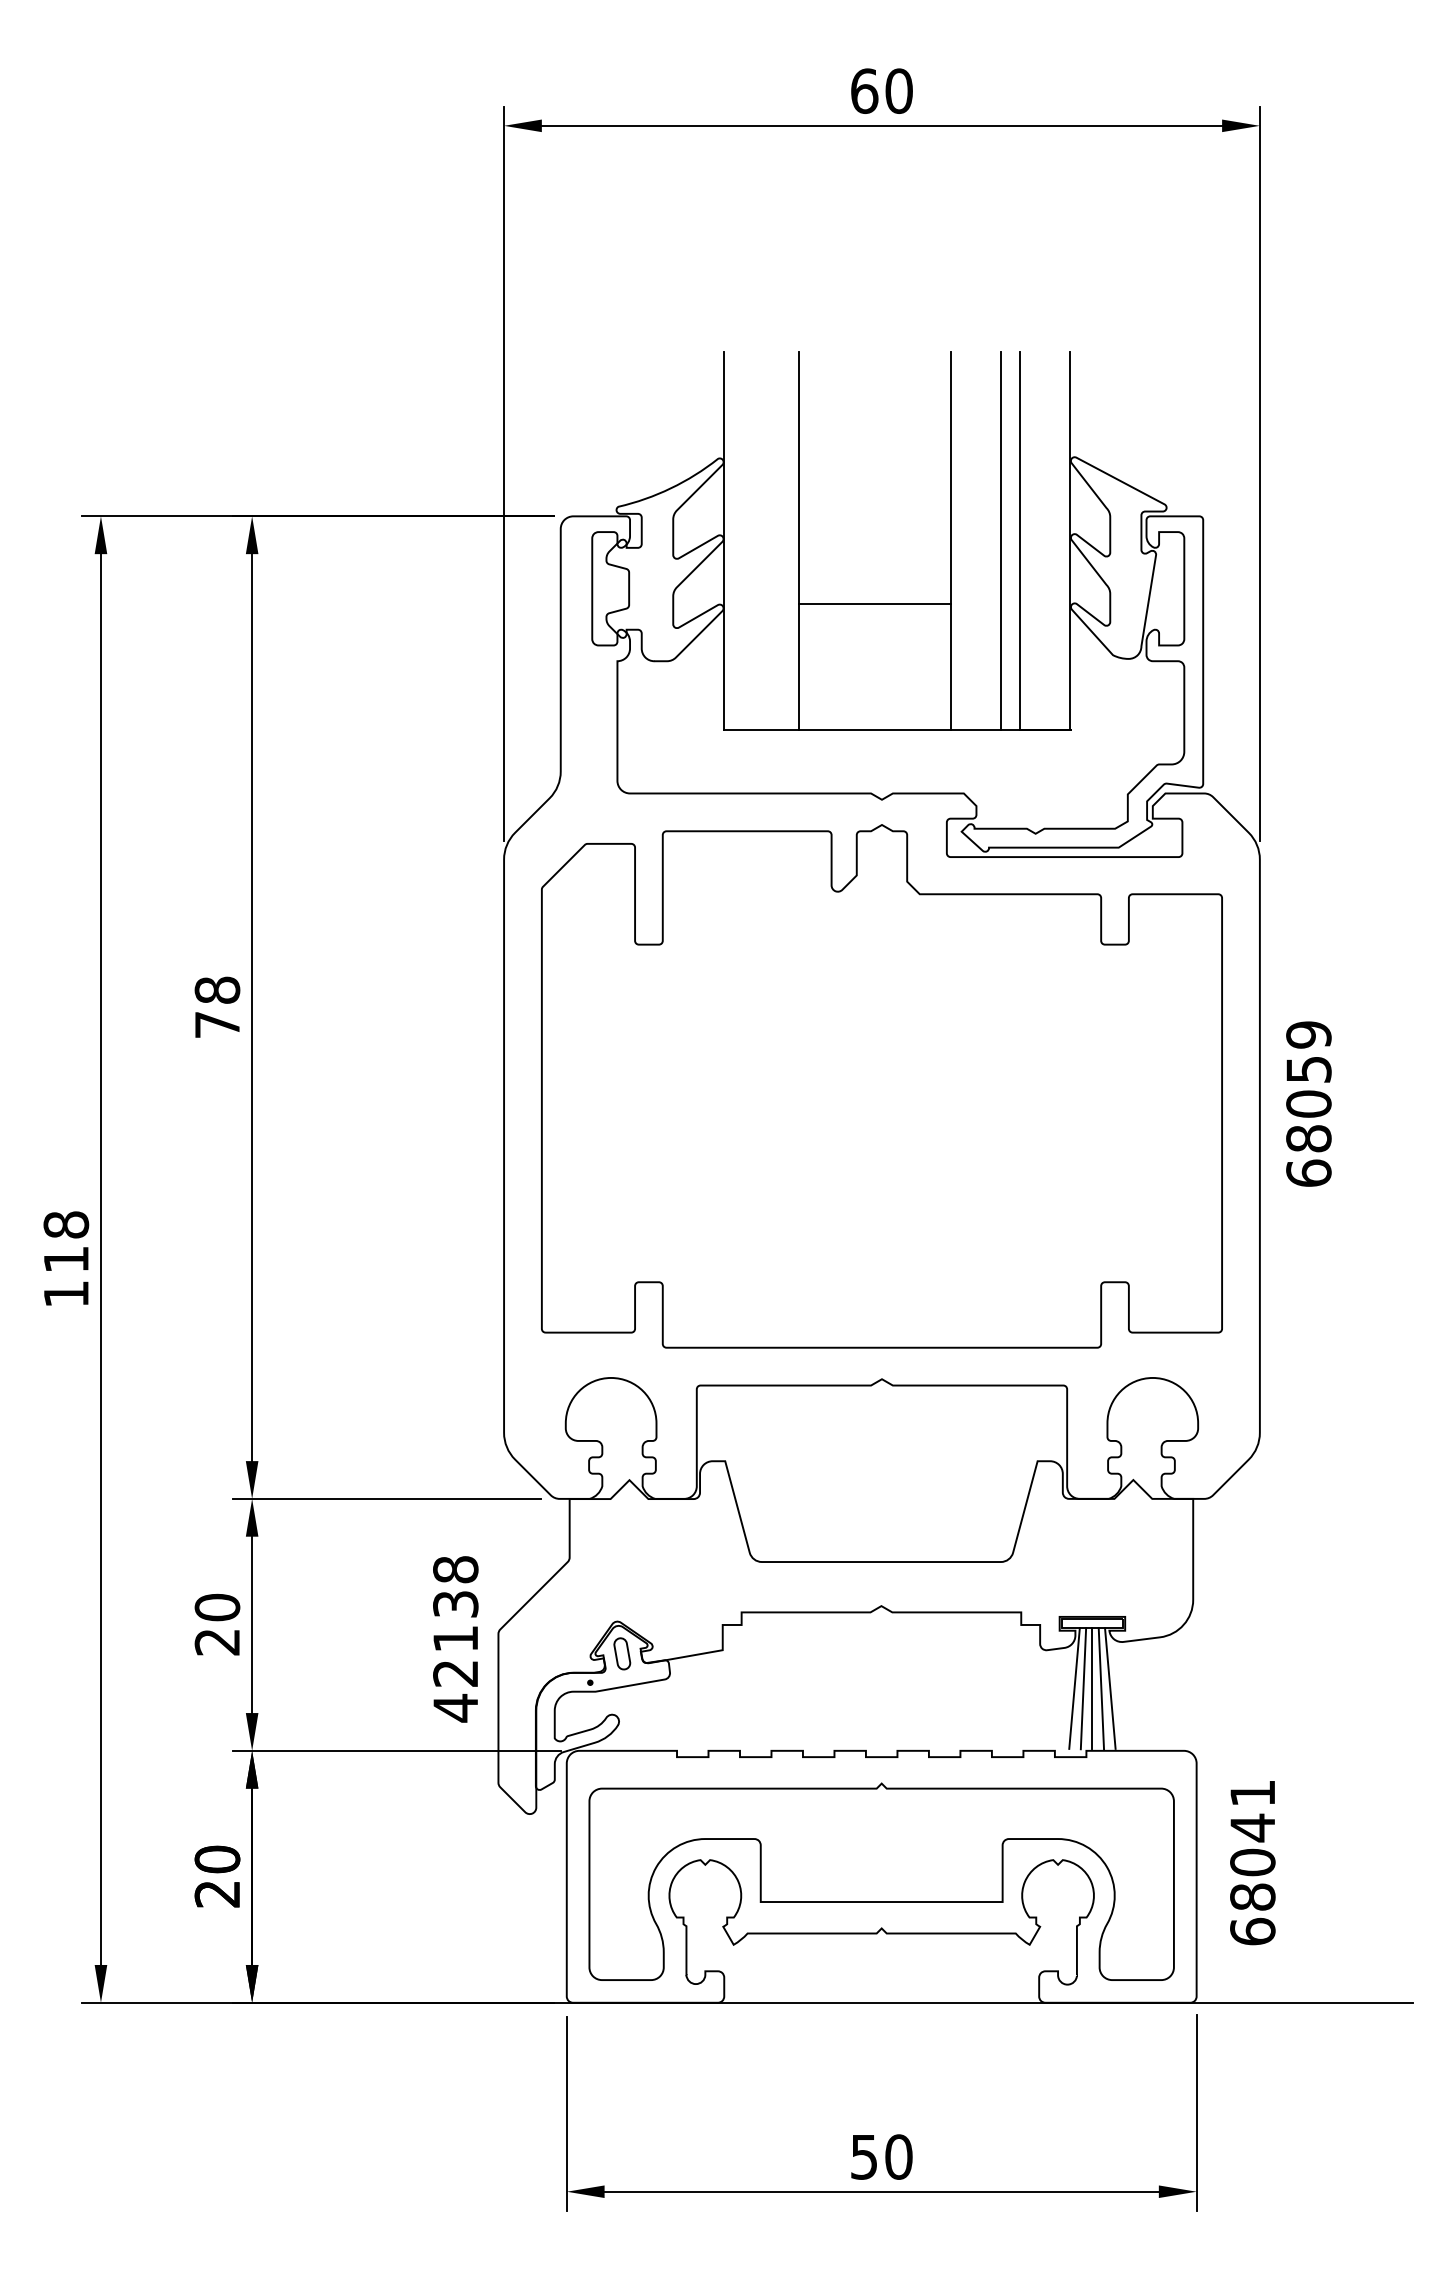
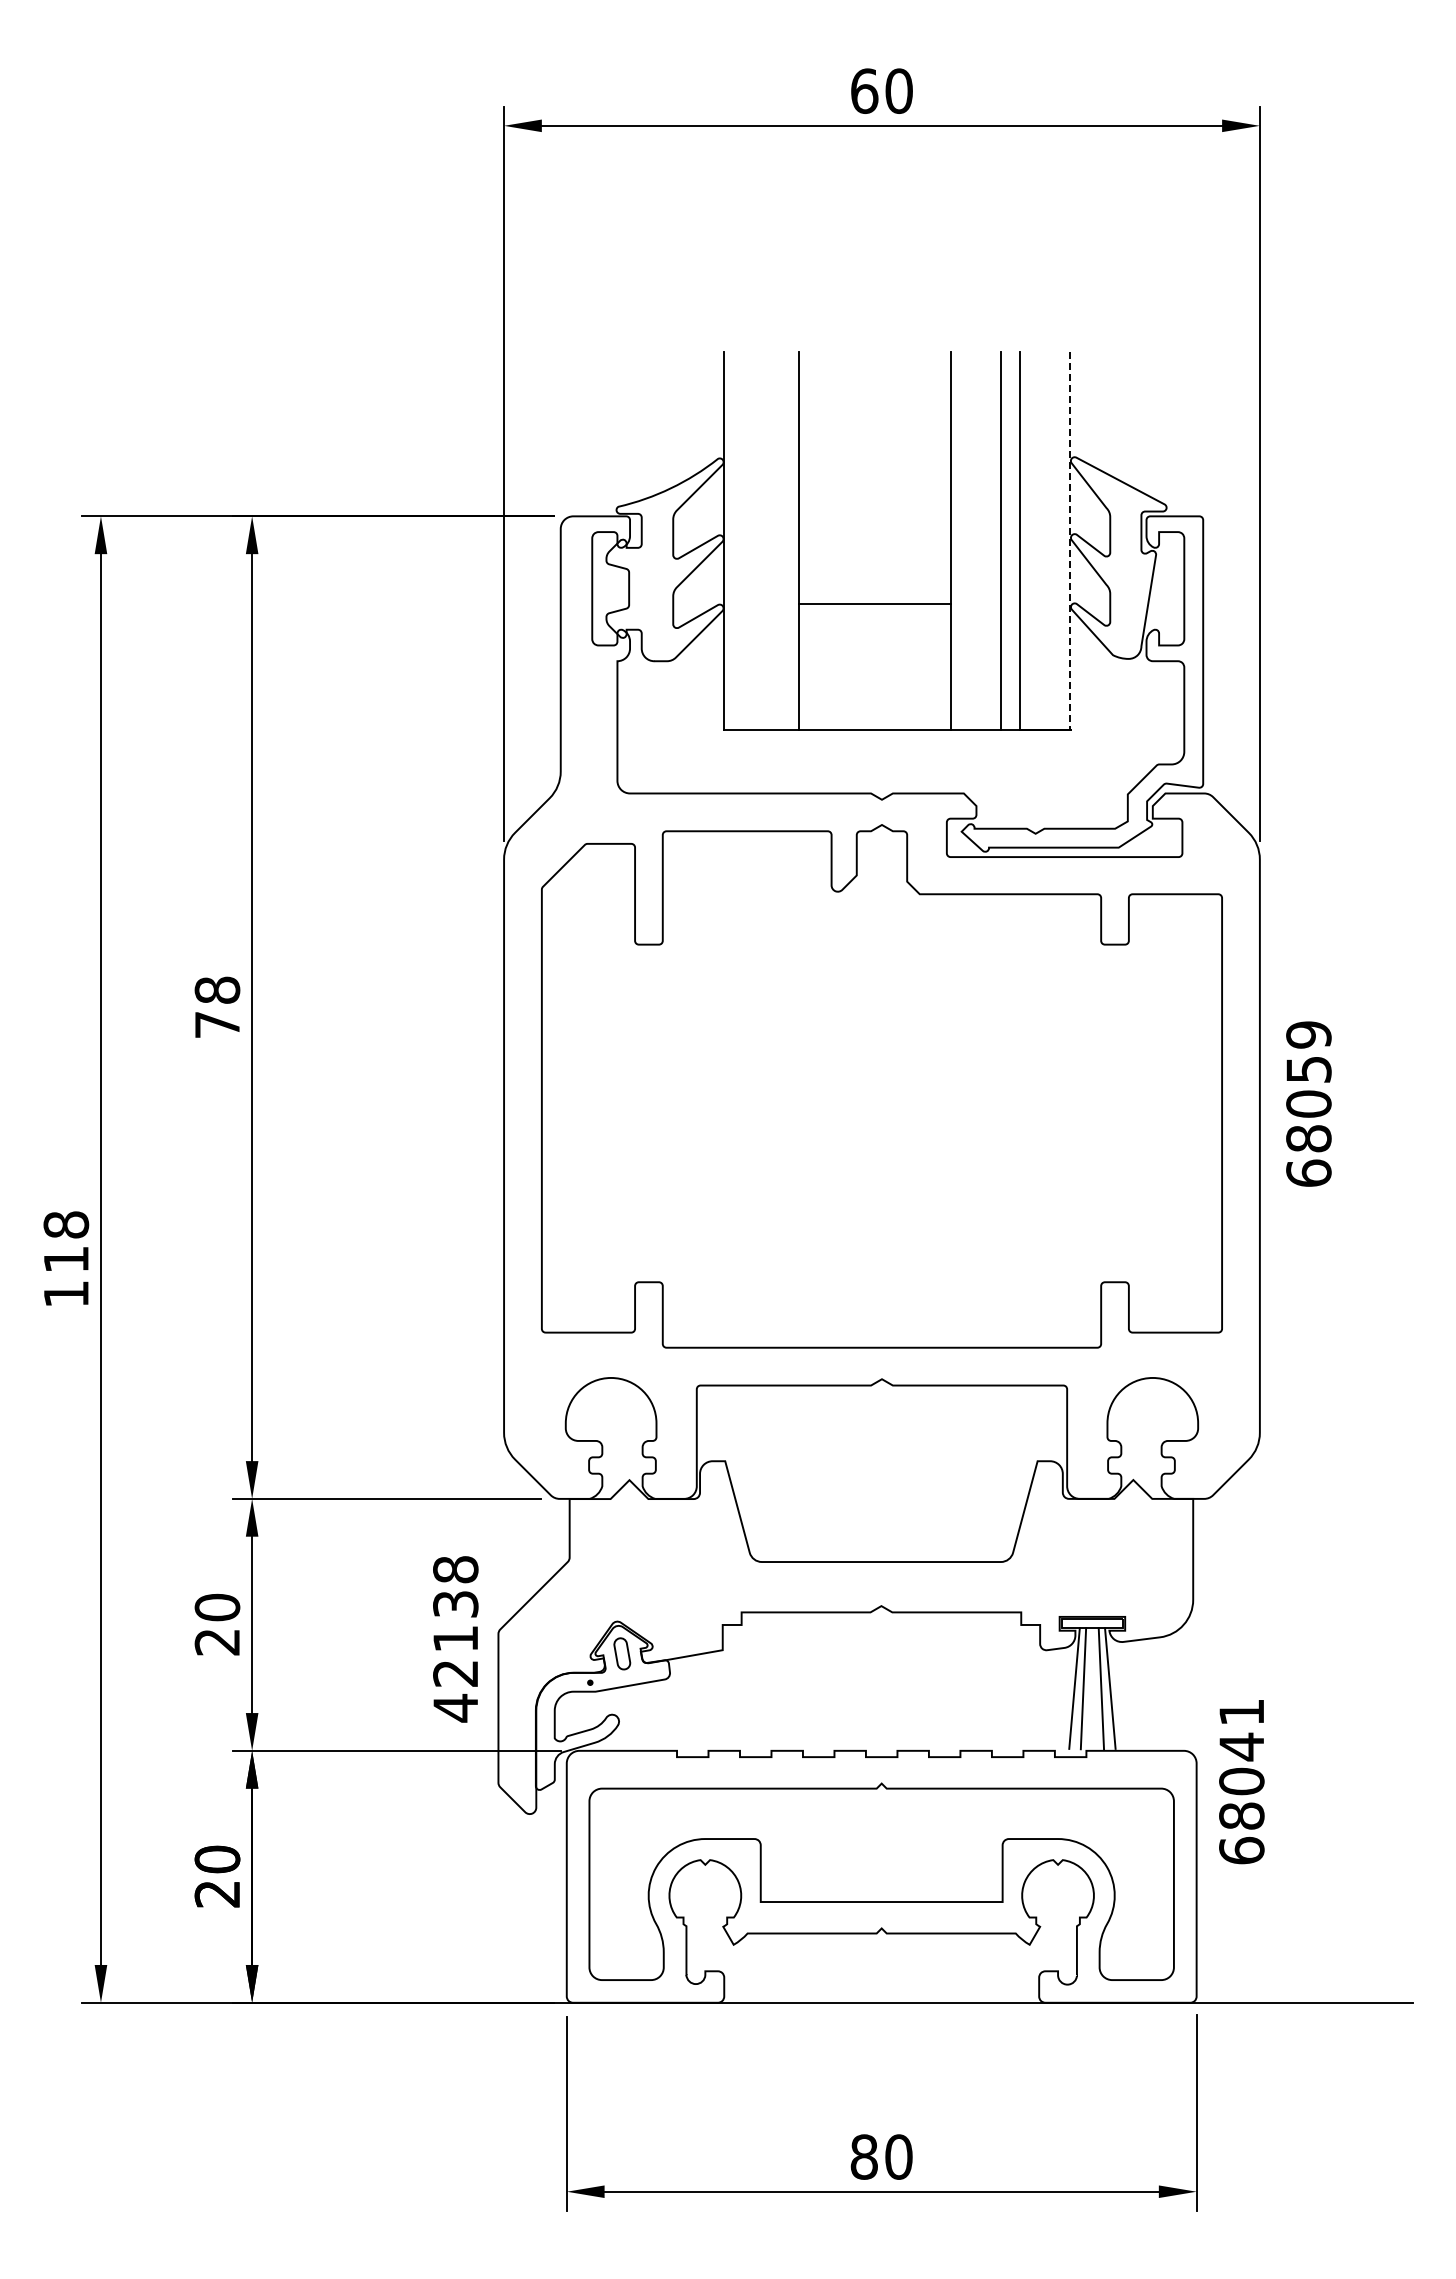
line at (1070, 541): solid -> dashed
line at (1092, 1688): present -> none
text at (1252, 1863) position: (1252, 1863) -> (1241, 1782)
text at (863, 2156): 50 -> 80
